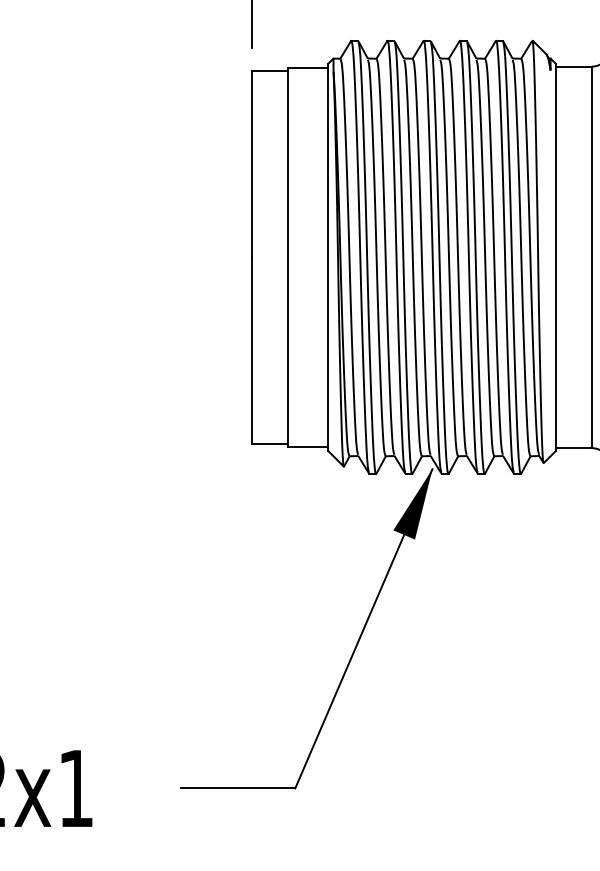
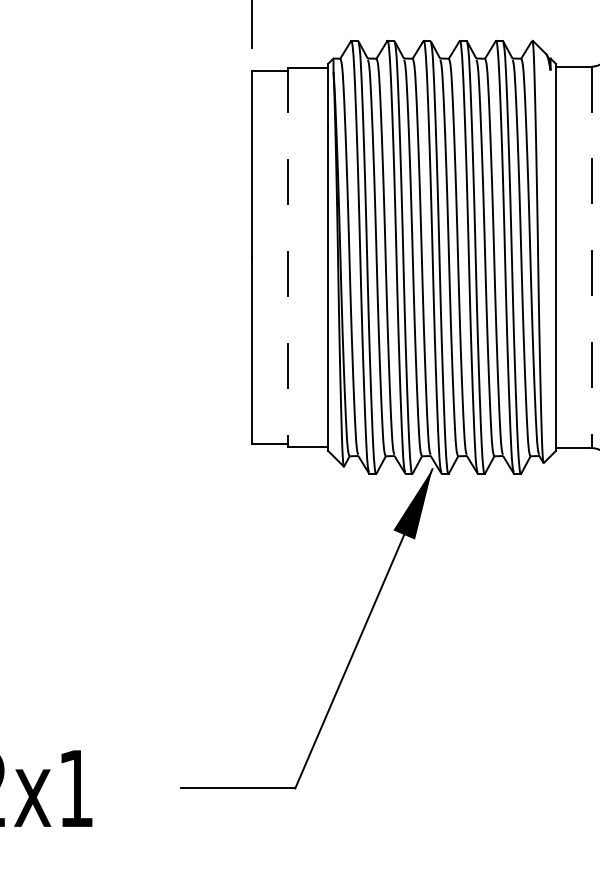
line at (288, 257): solid -> dashed
line at (591, 257): solid -> dashed
